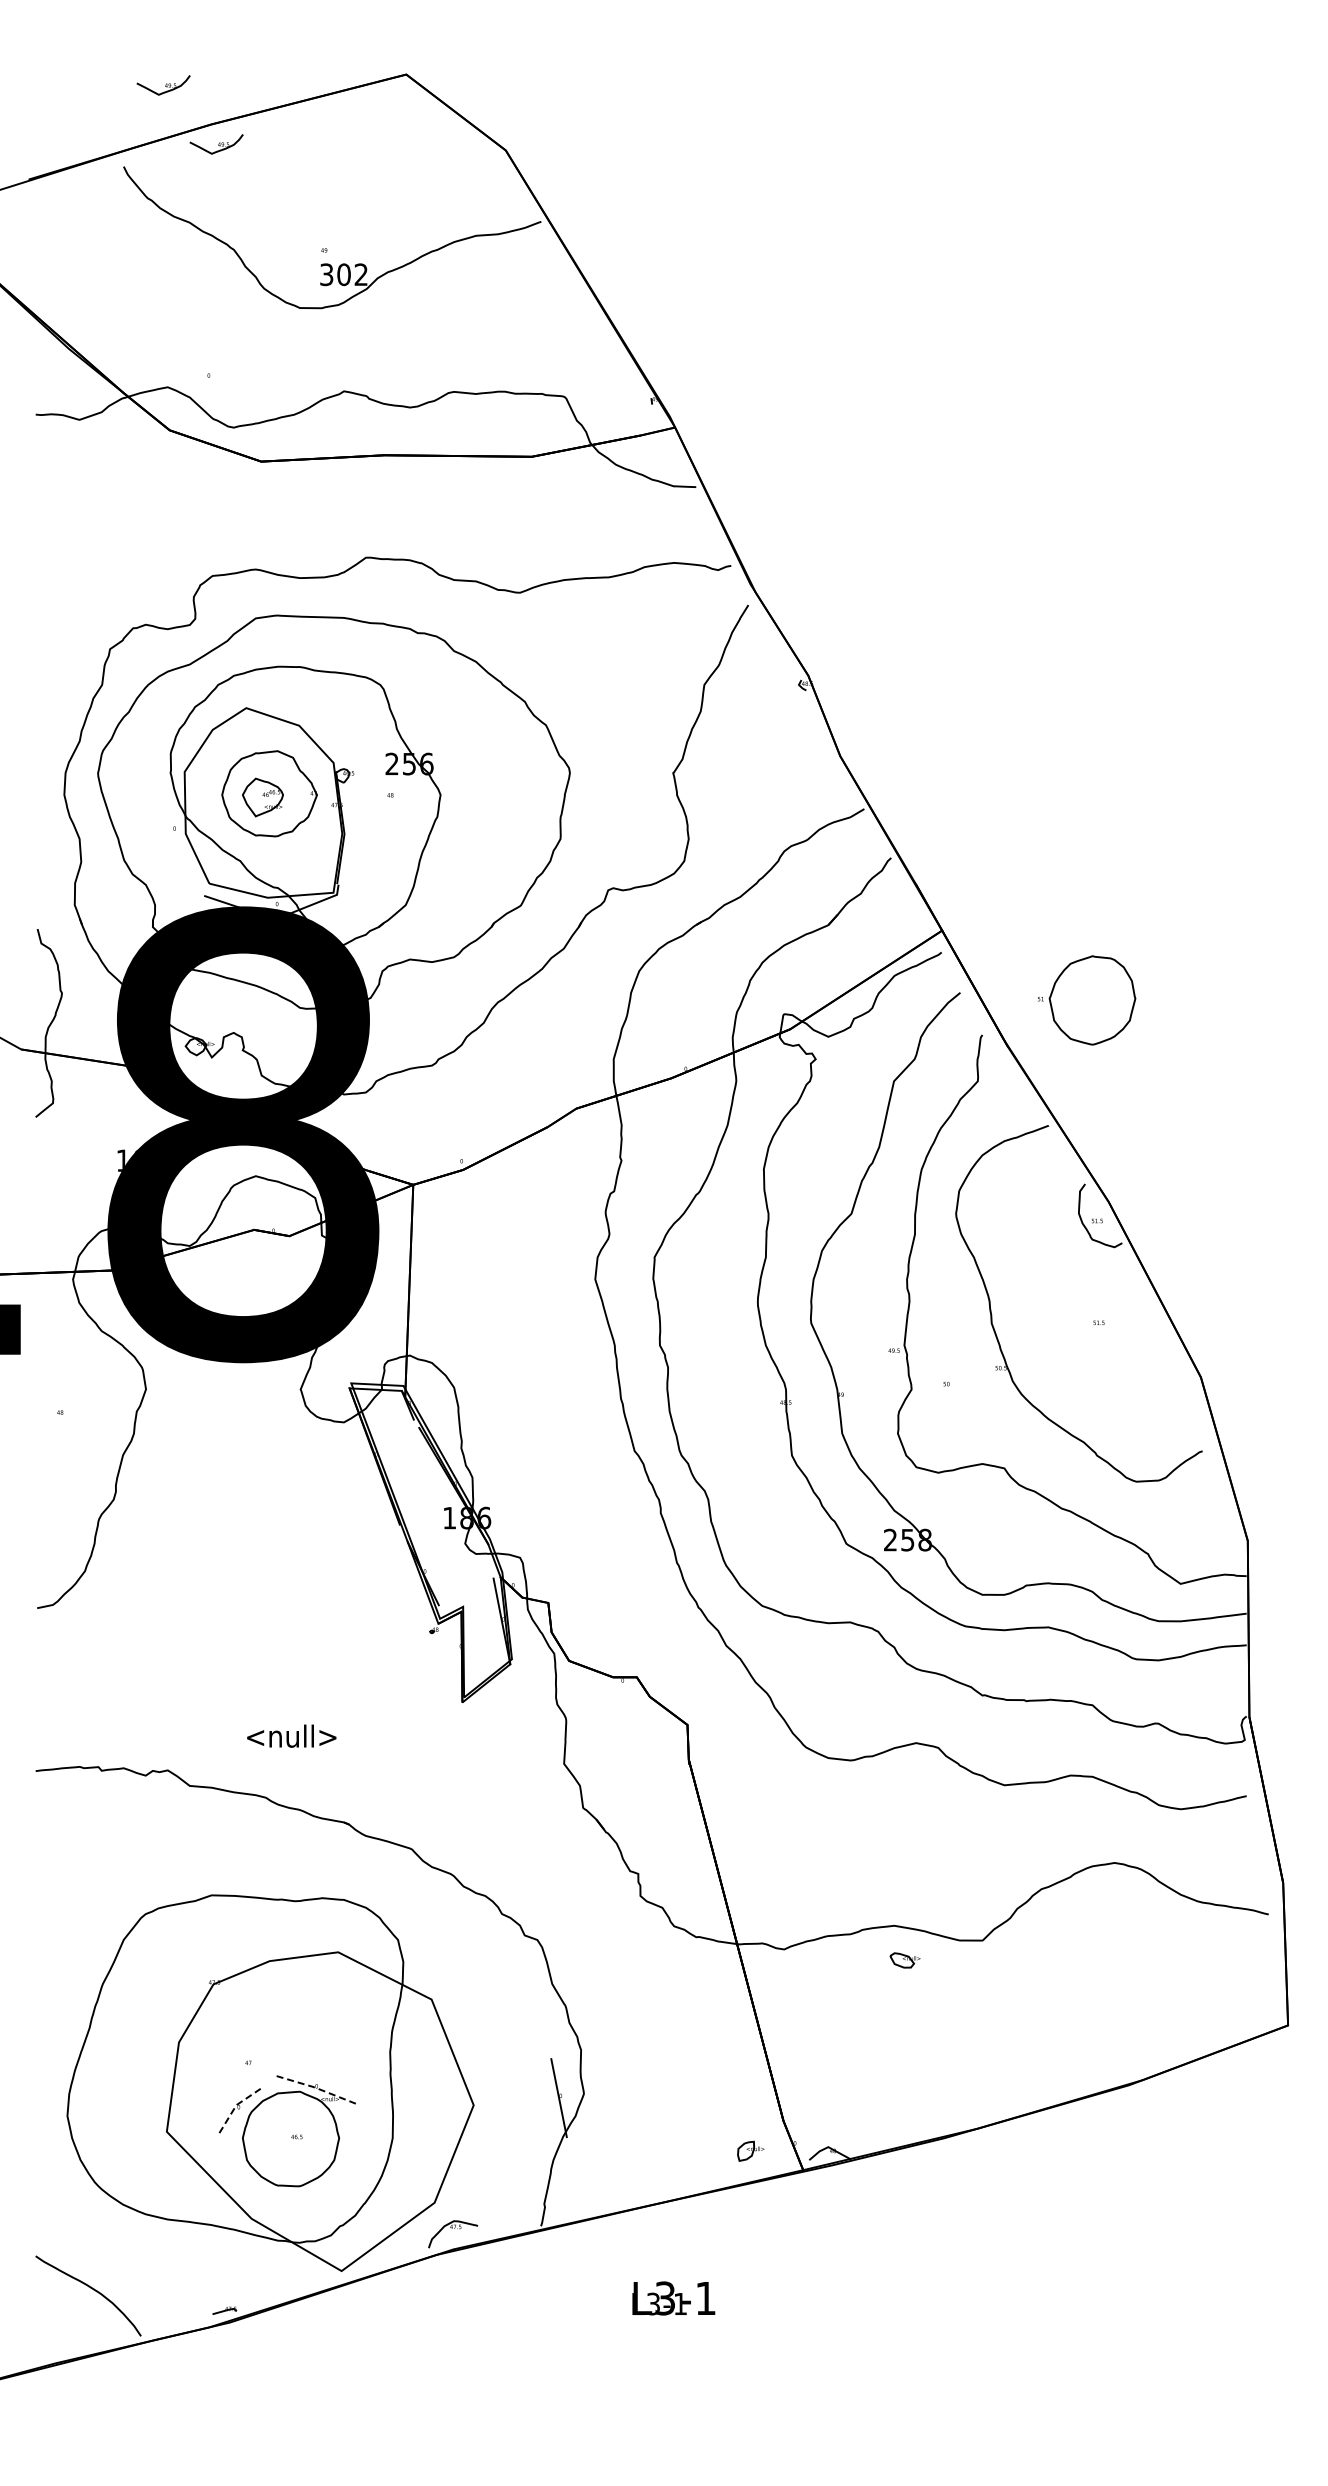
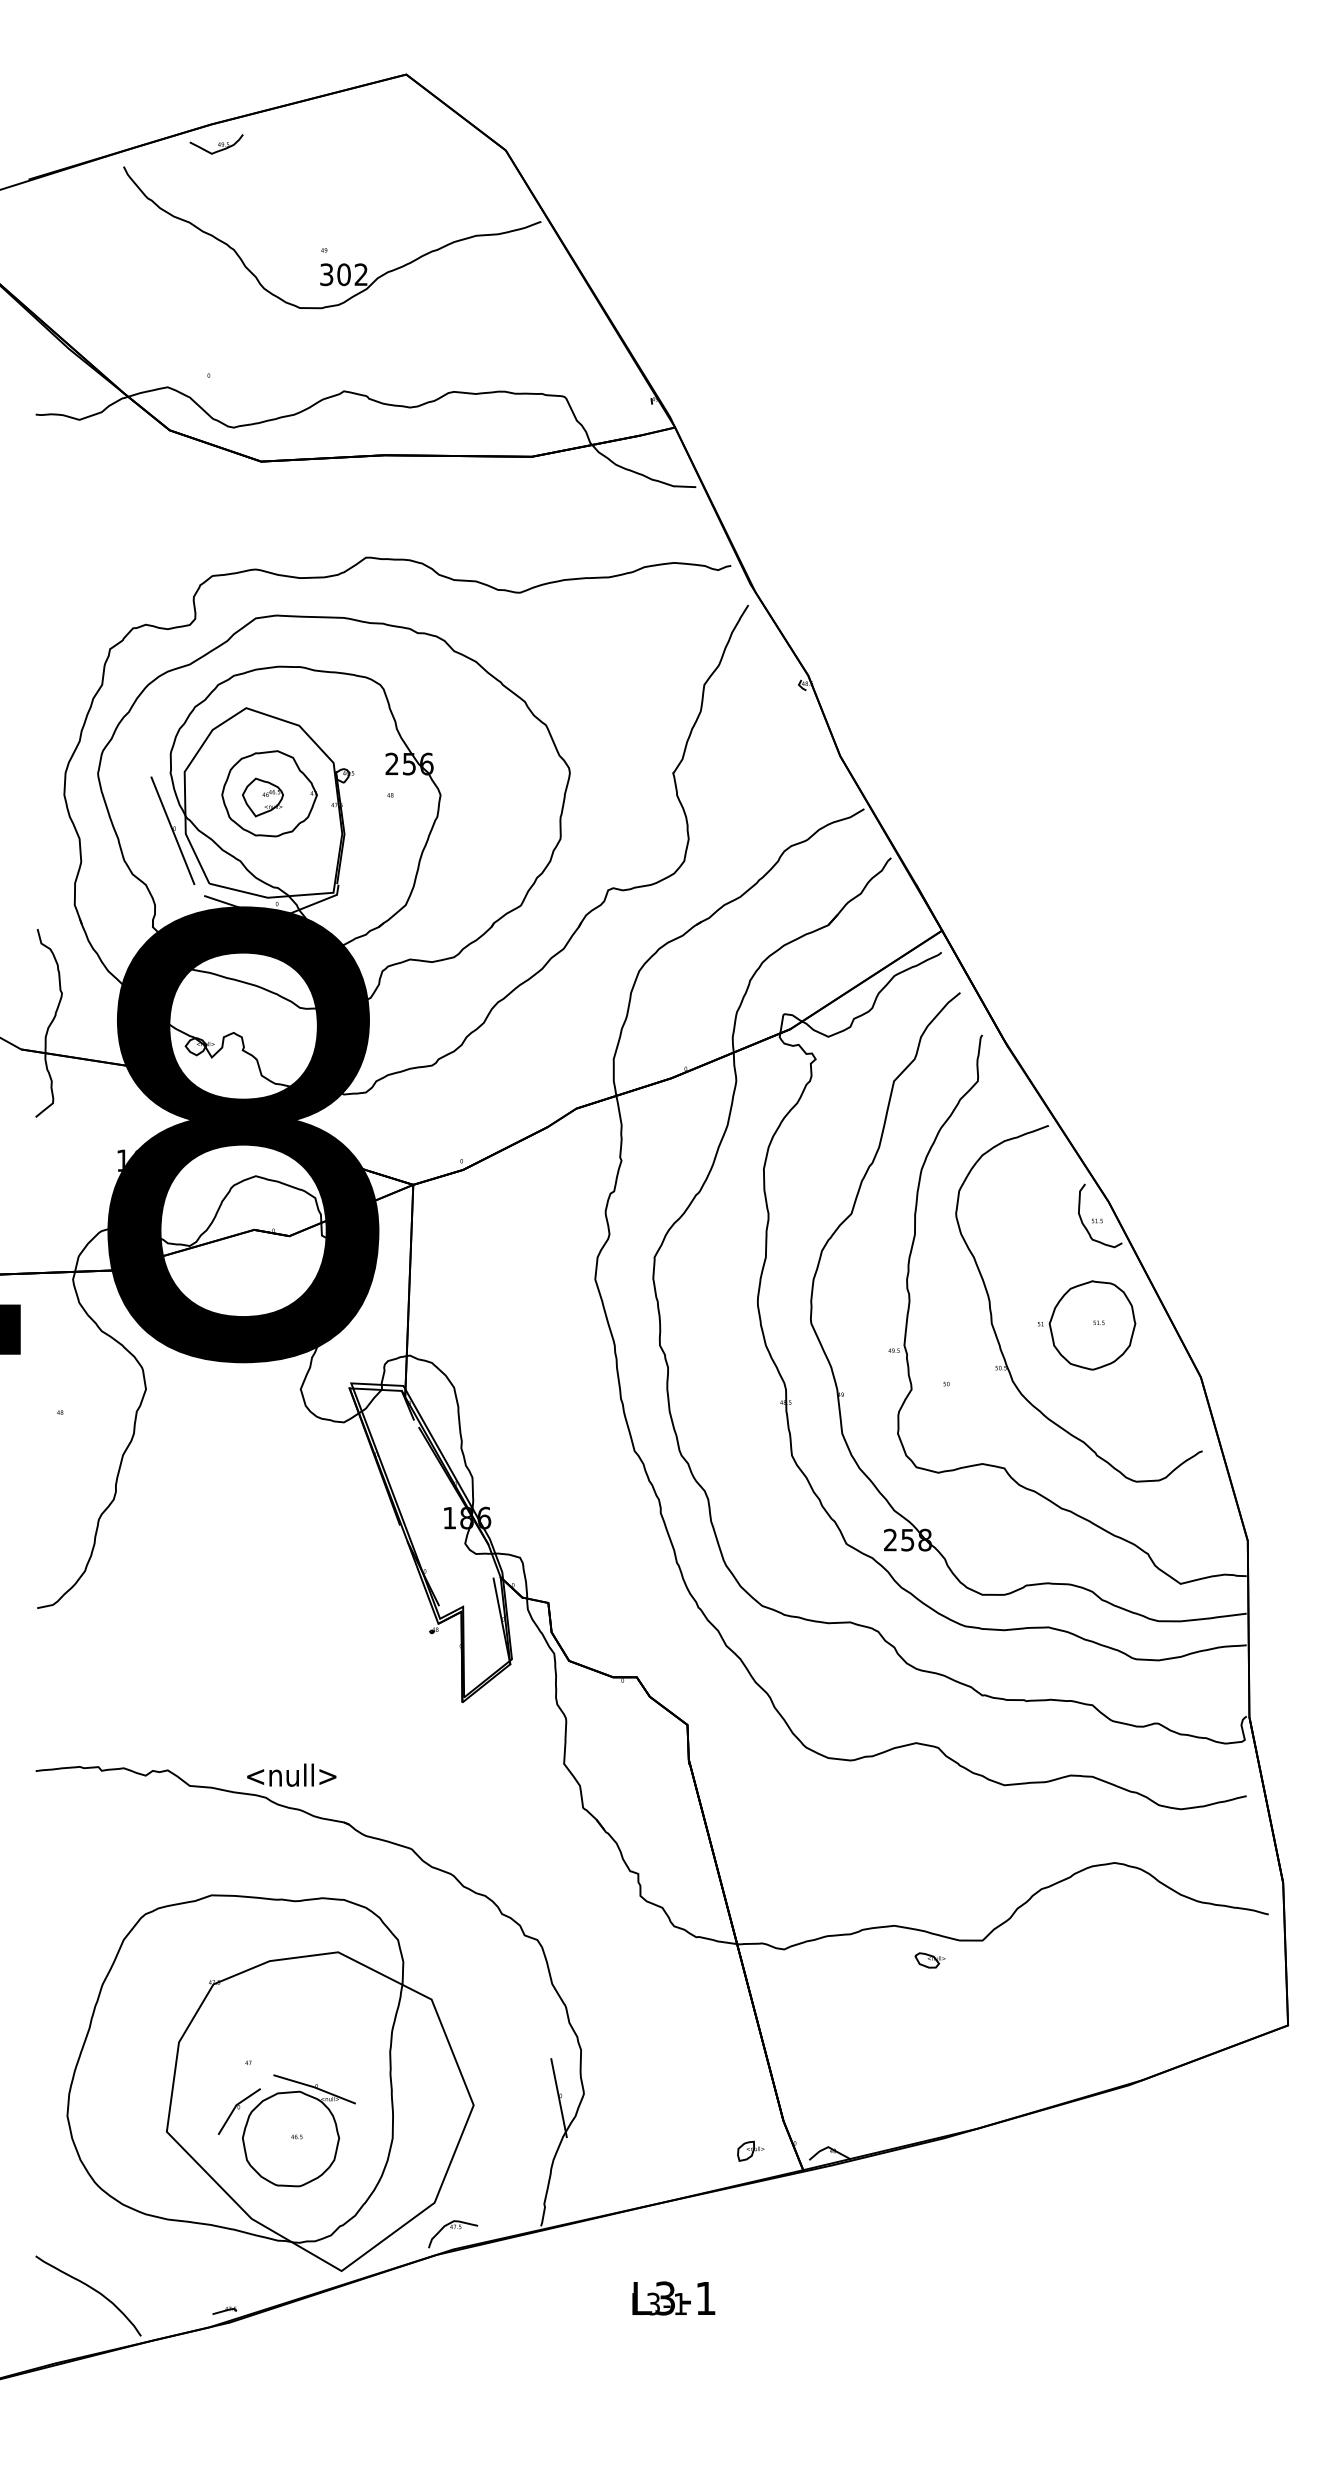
part at (163, 85): present -> none
line at (172, 830): none -> present
part at (1087, 1000) position: (1087, 1000) -> (1087, 1325)
text at (291, 1735) position: (291, 1735) -> (291, 1774)
part at (904, 1960) position: (904, 1960) -> (929, 1960)
line at (314, 2087): dashed -> solid
line at (235, 2106): dashed -> solid
